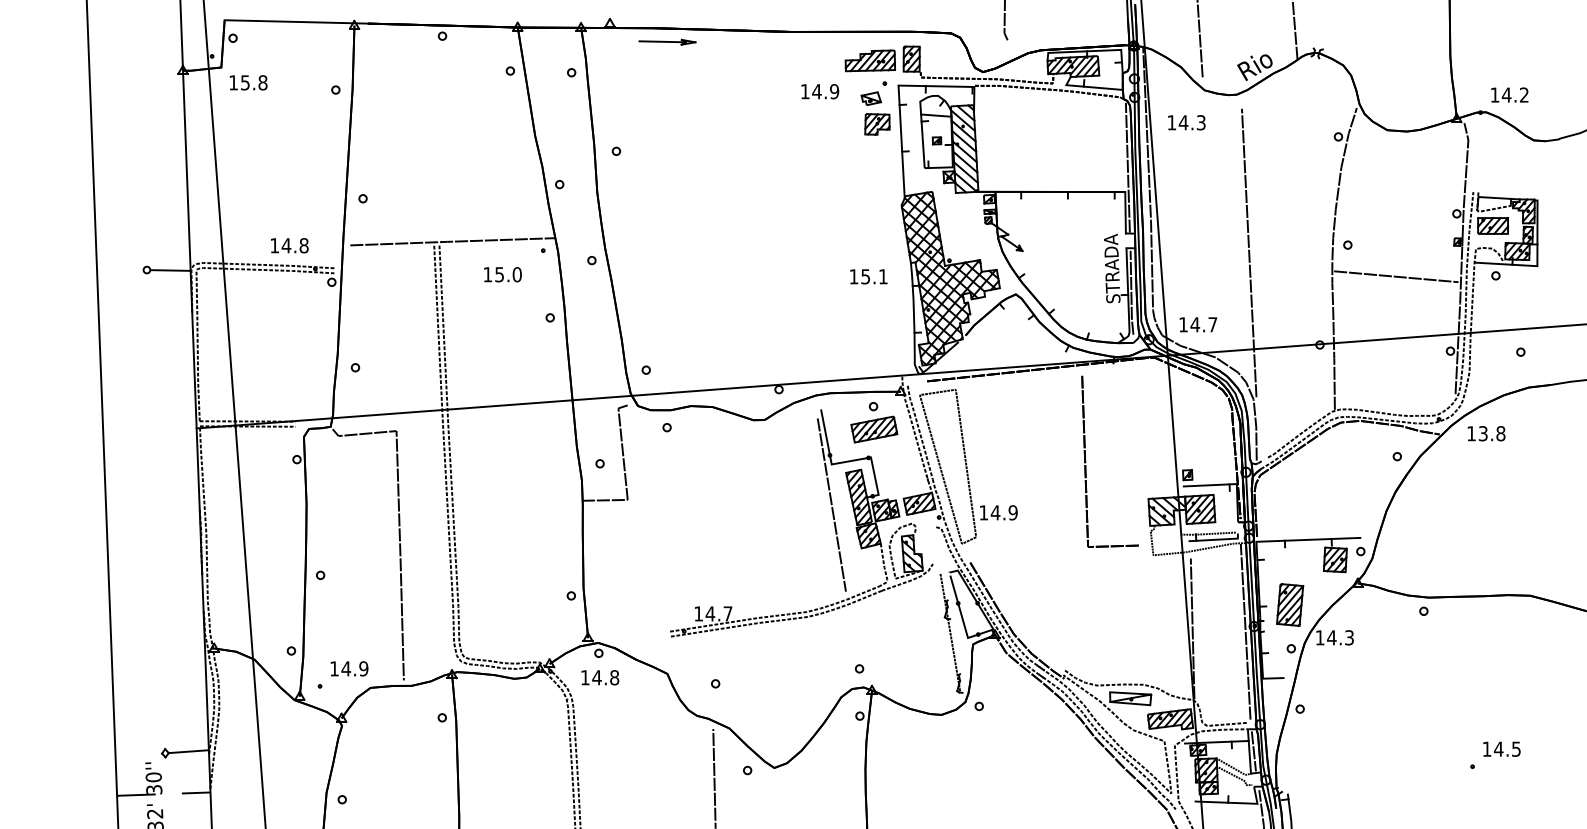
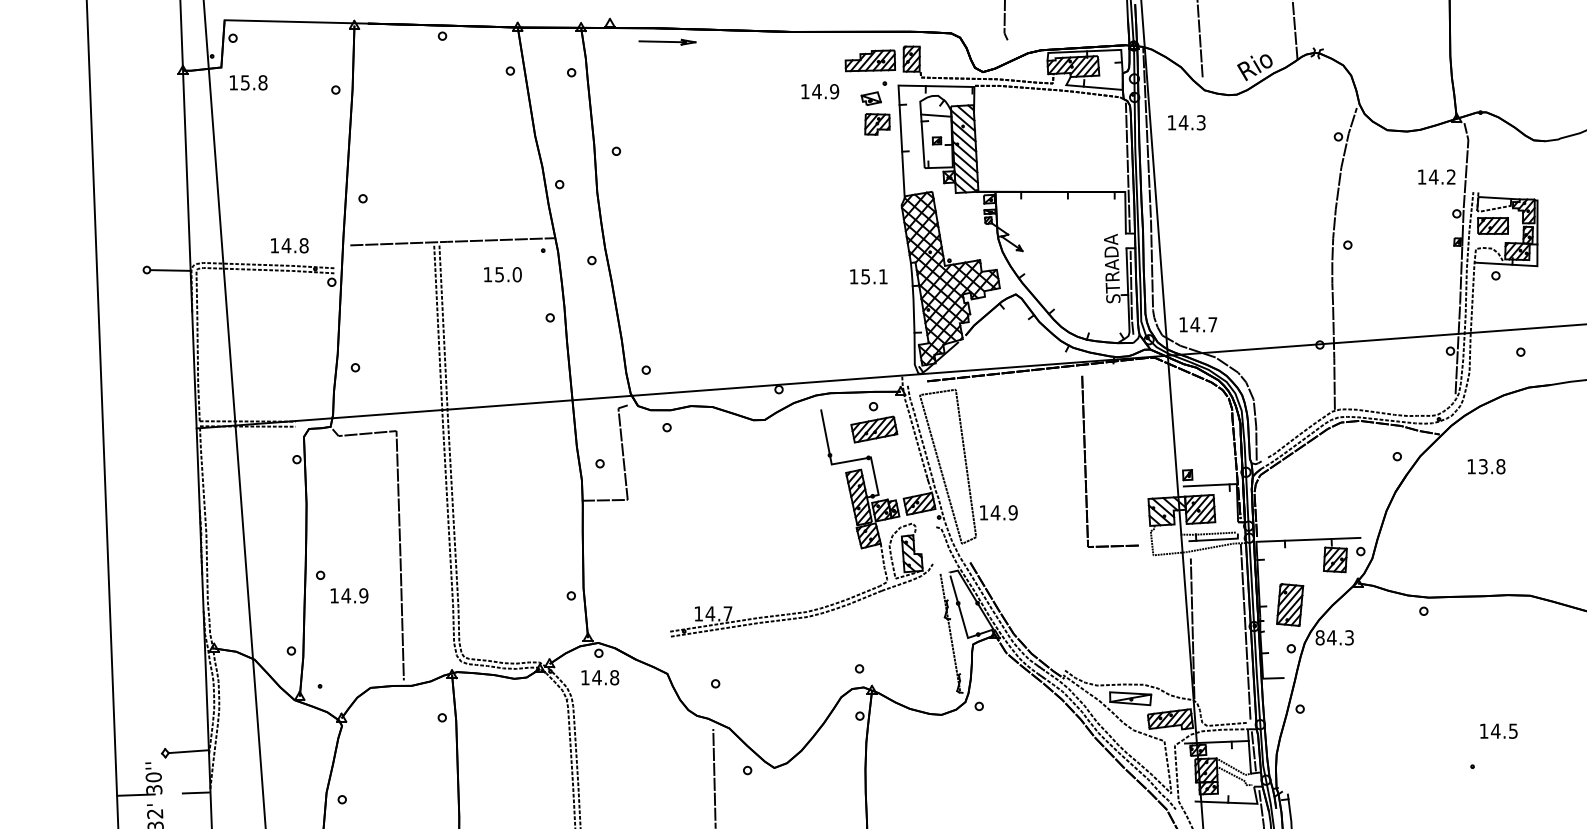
text at (1509, 94) position: (1509, 94) -> (1436, 176)
line at (1248, 252): present -> none
line at (1396, 276): present -> none
text at (1486, 433) position: (1486, 433) -> (1486, 466)
line at (831, 504): present -> none
text at (1319, 637): 14.3 -> 84.3
text at (349, 668) position: (349, 668) -> (349, 595)
text at (1501, 748) position: (1501, 748) -> (1498, 730)
